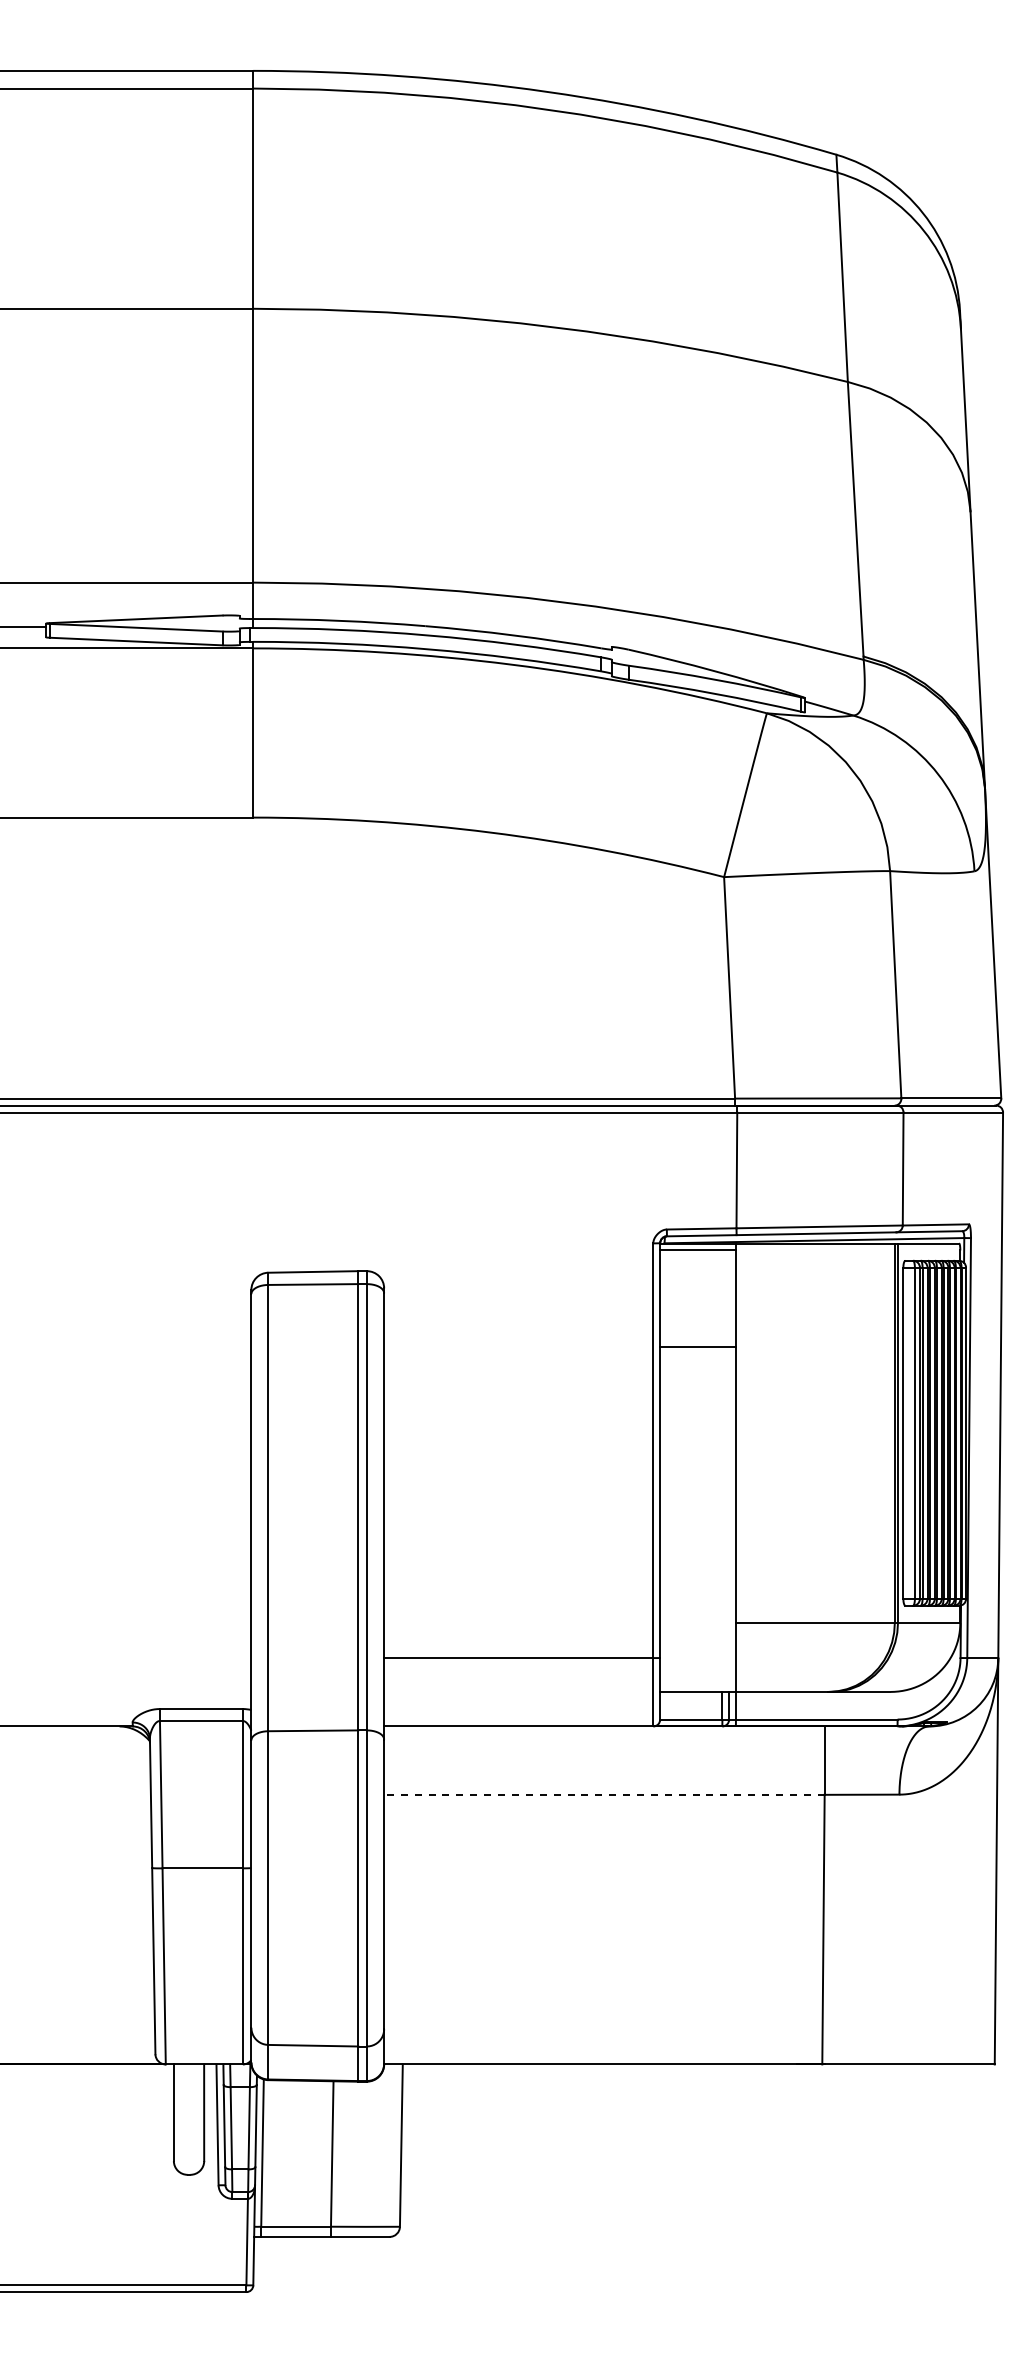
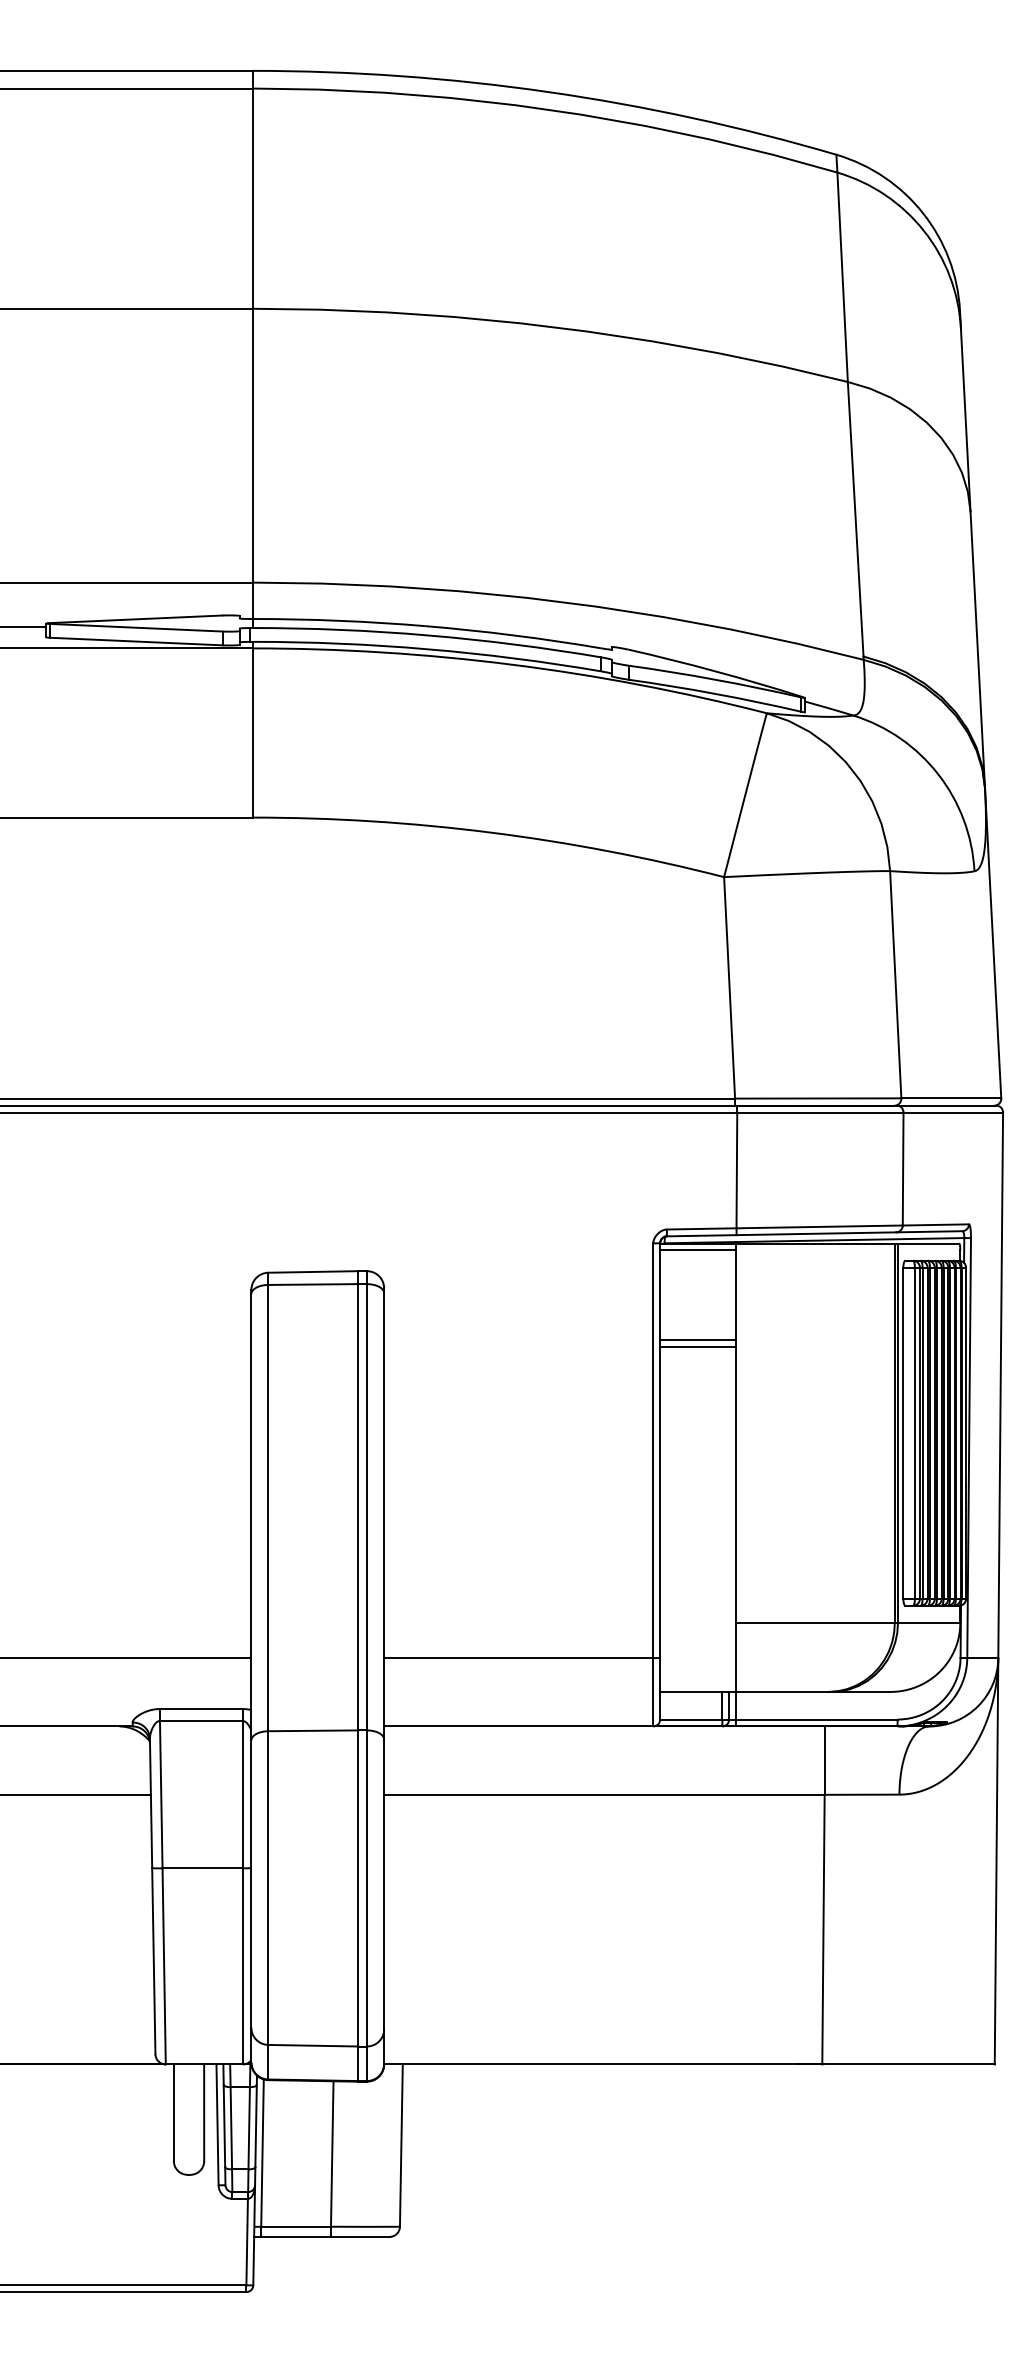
line at (698, 1340): none -> present
line at (126, 1658): none -> present
line at (76, 1794): none -> present
line at (603, 1794): dashed -> solid
